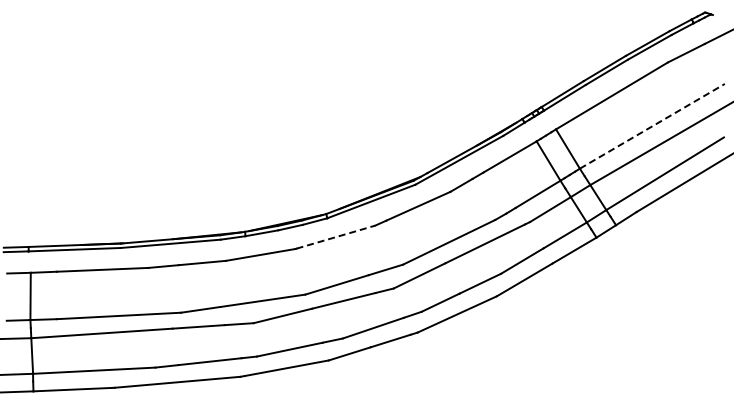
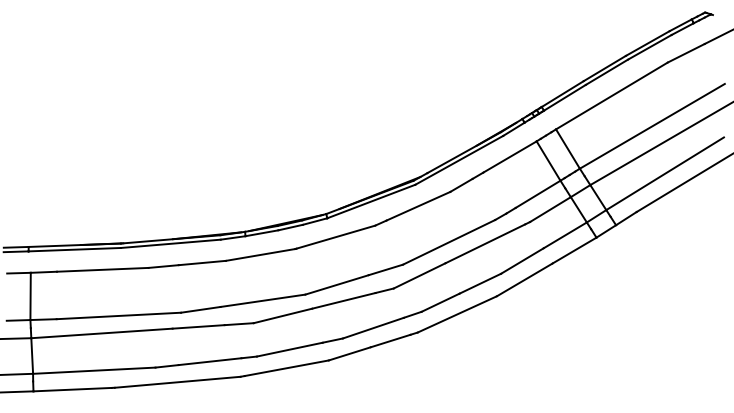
line at (652, 126): dashed -> solid
line at (336, 237): dashed -> solid
